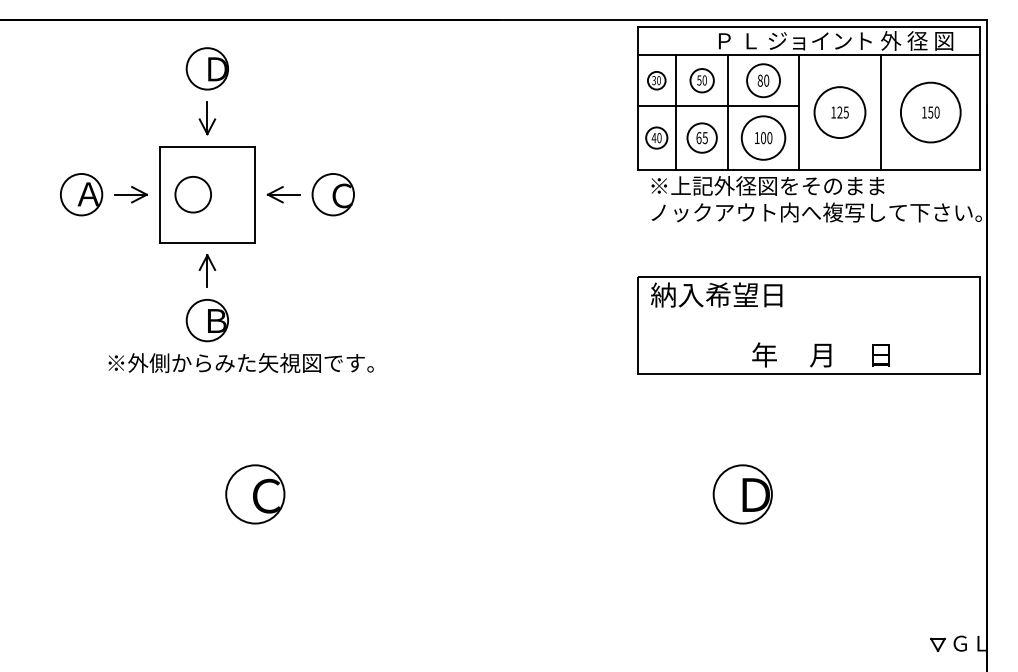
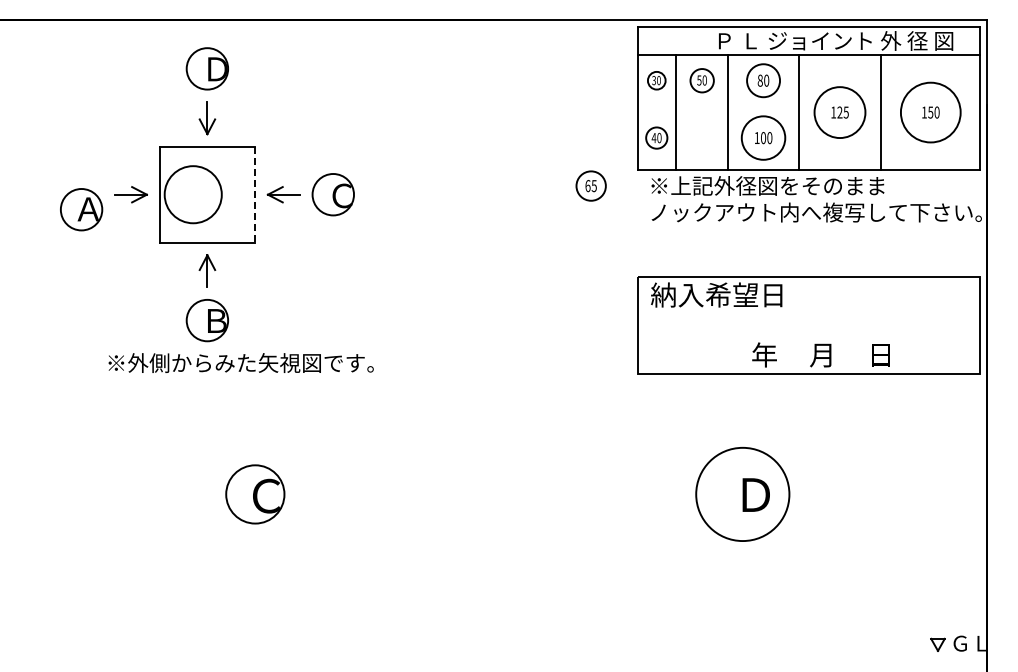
line at (717, 106): present -> none
part at (701, 137) position: (701, 137) -> (590, 185)
part at (81, 194) position: (81, 194) -> (81, 209)
circle at (193, 194) diameter: 36 px -> 57 px
line at (255, 194): solid -> dashed
circle at (742, 494) diameter: 58 px -> 93 px
